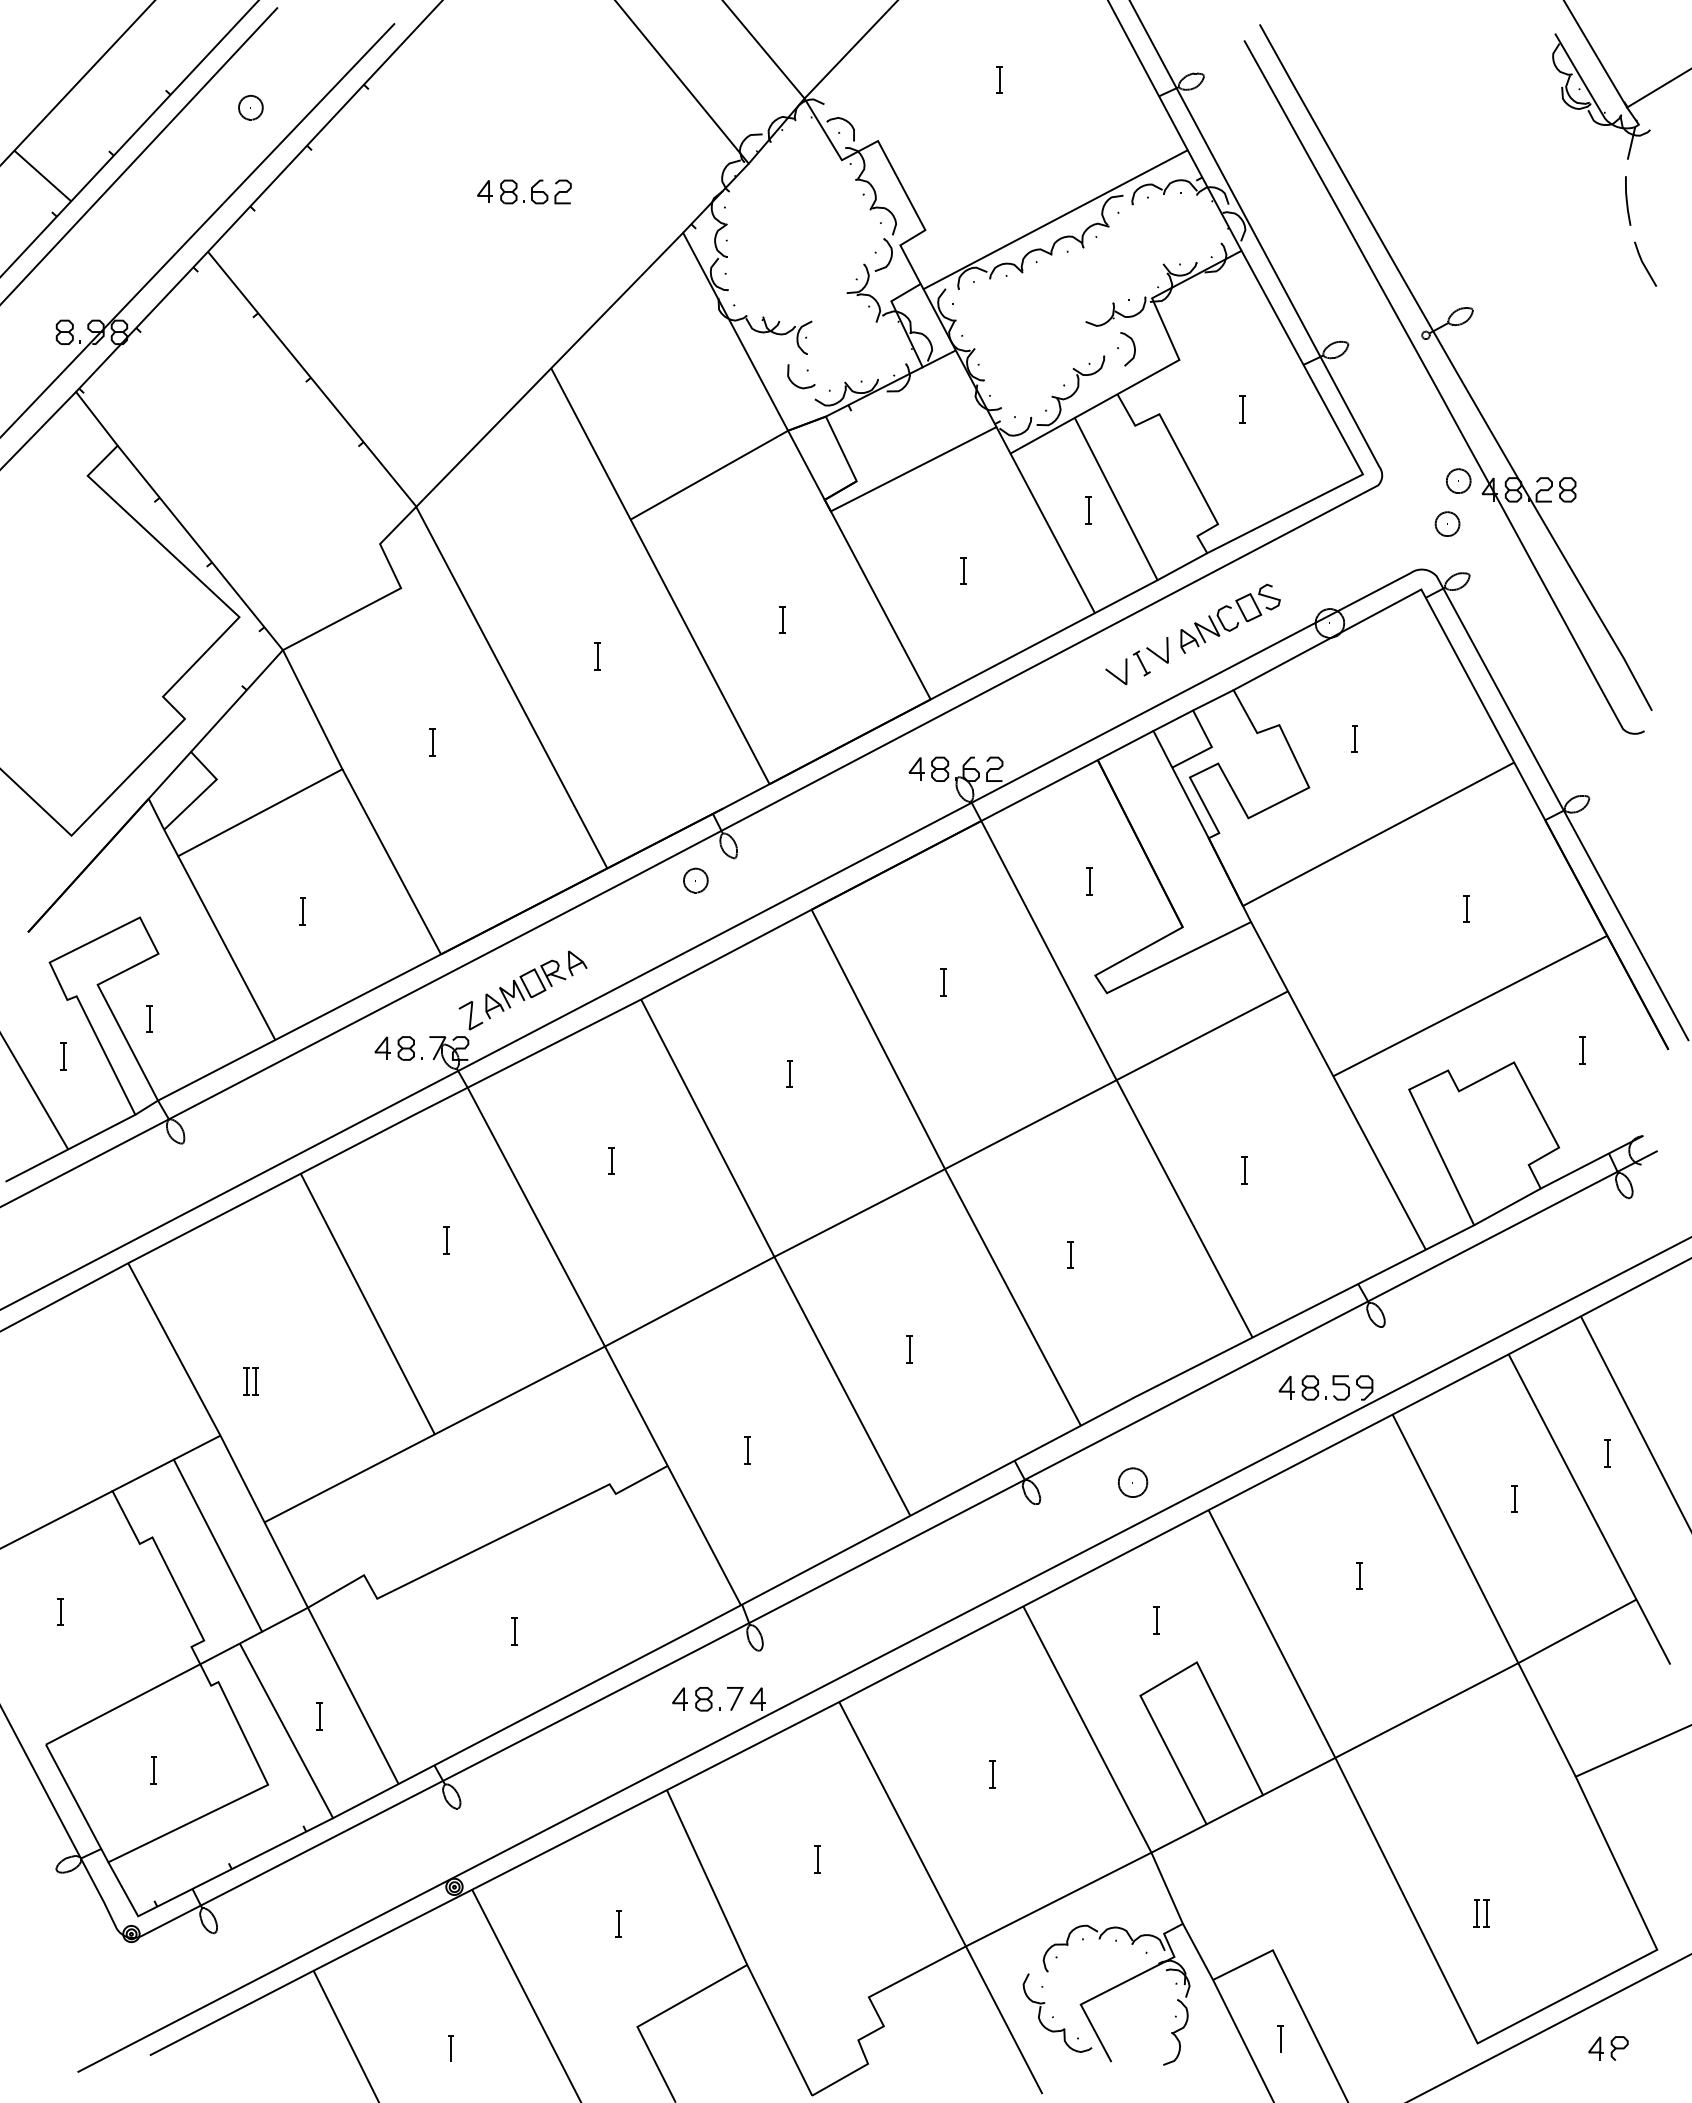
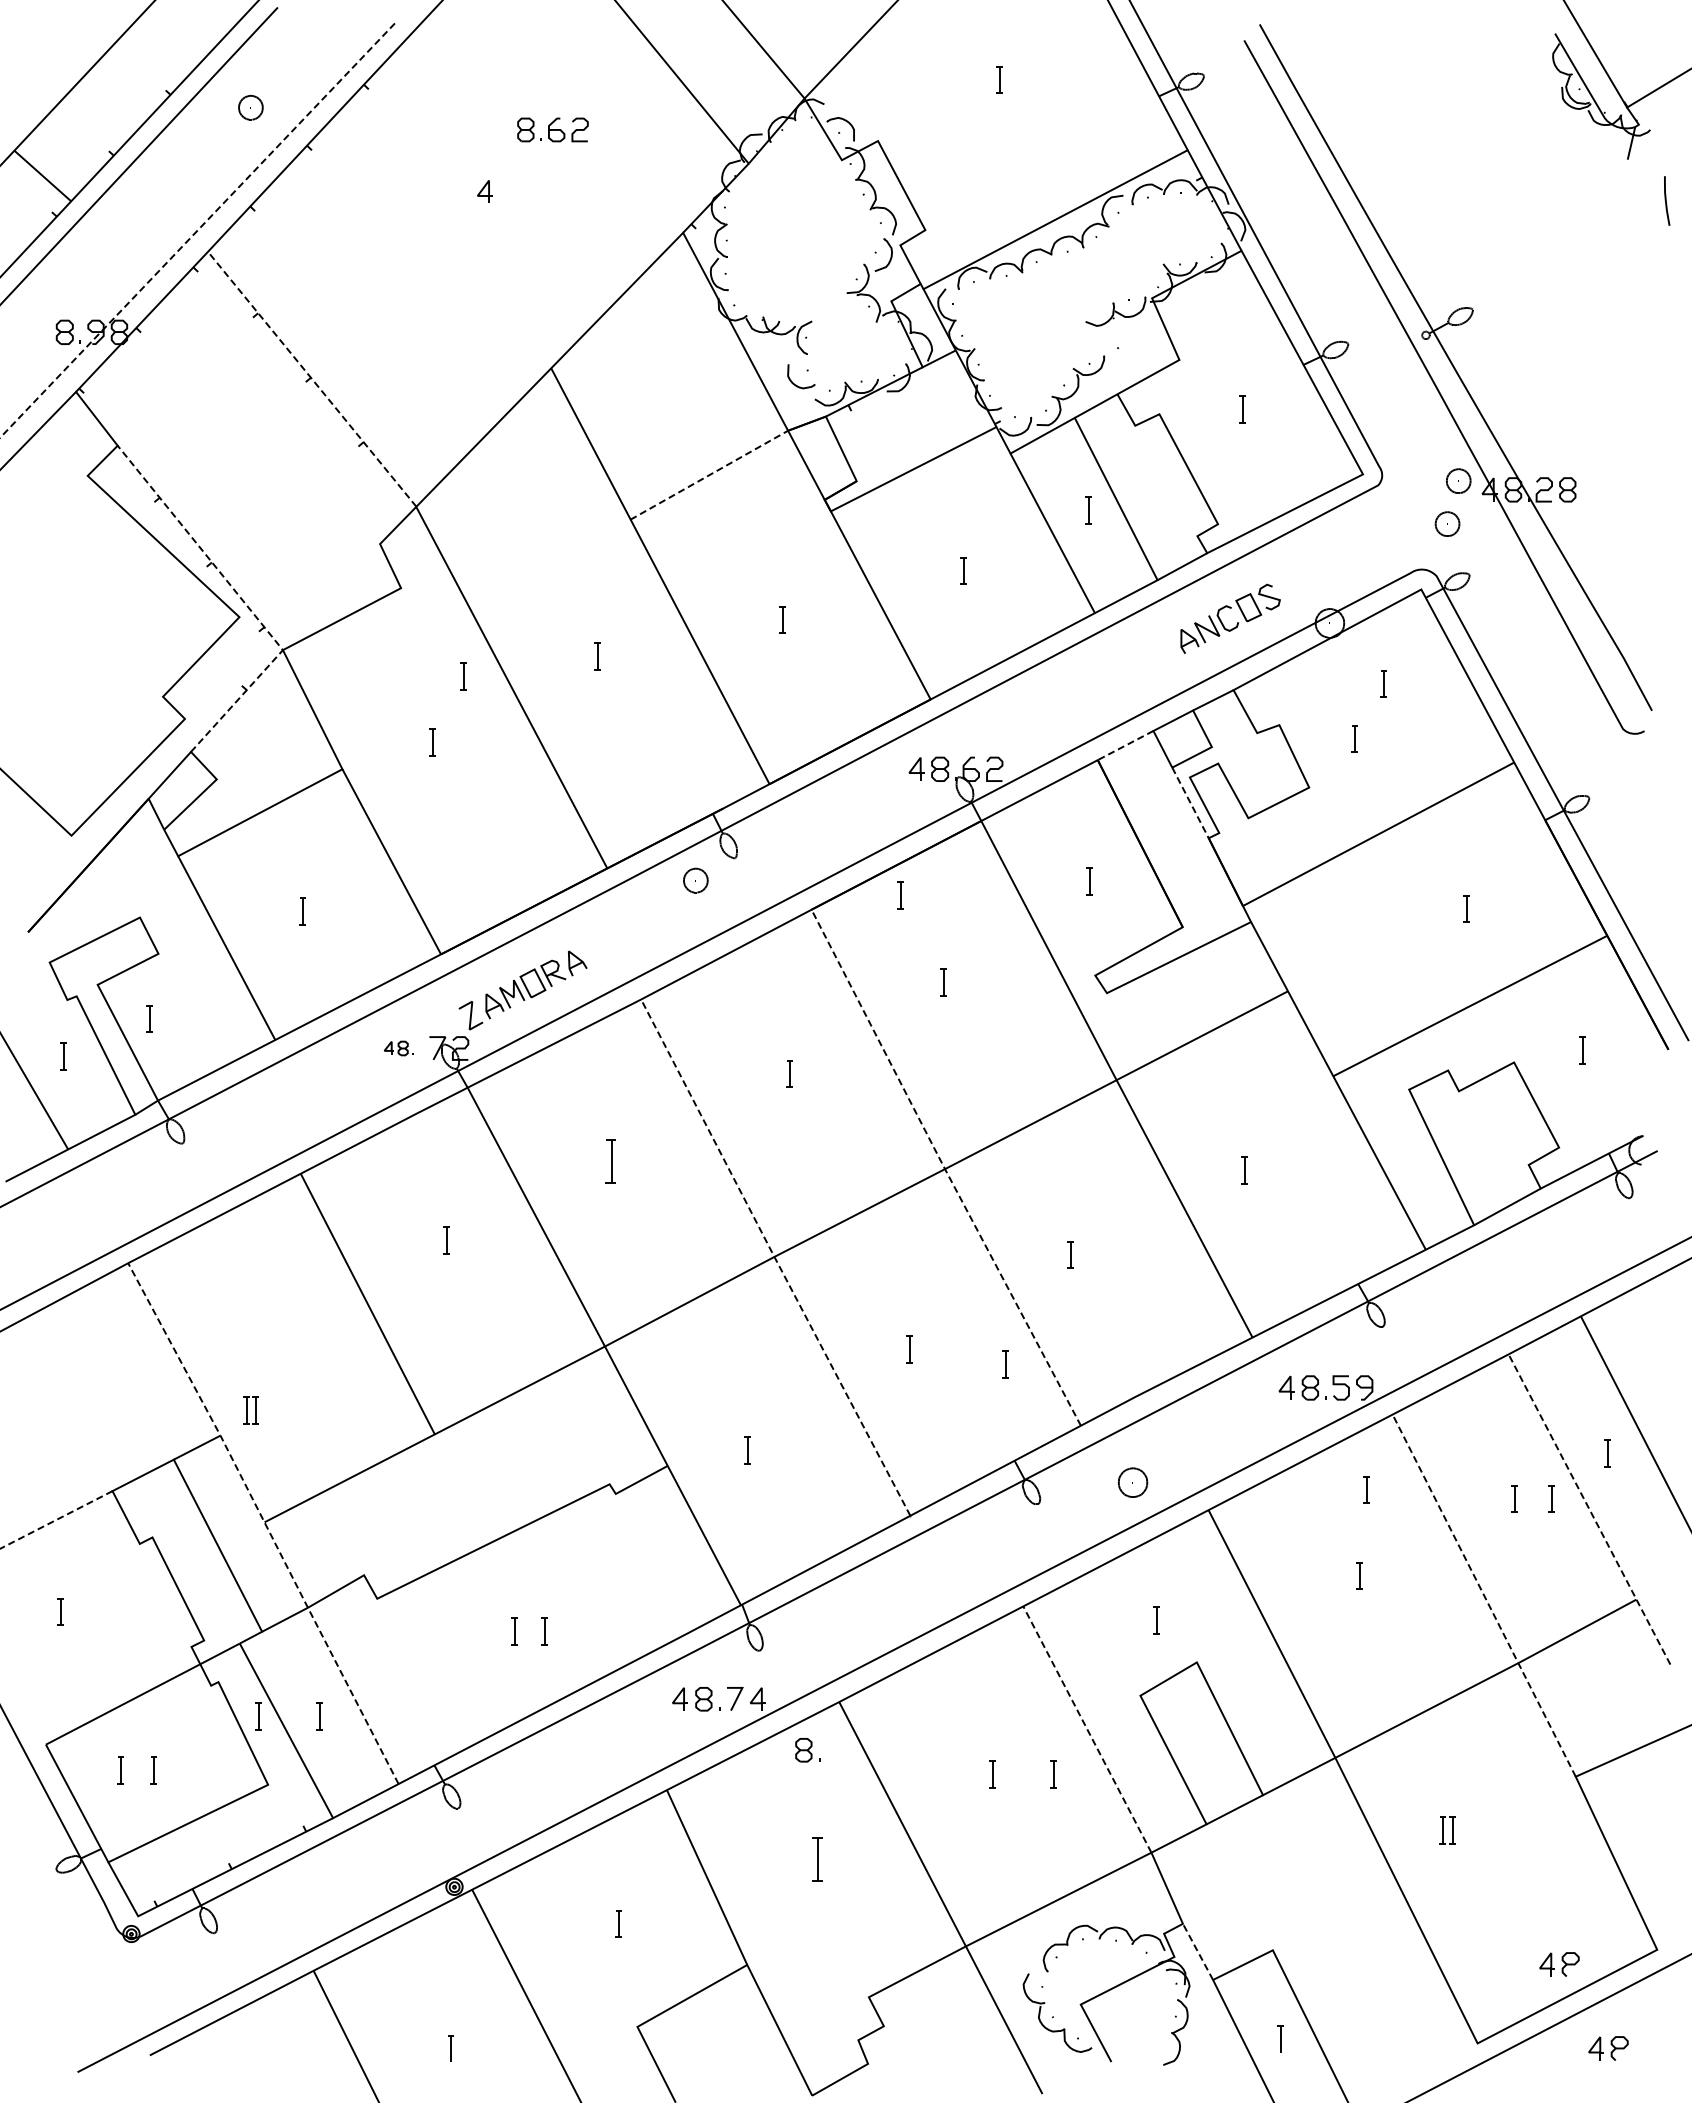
part at (535, 191) position: (535, 191) -> (552, 129)
curve at (1627, 200) position: (1627, 200) -> (1666, 200)
line at (196, 231): solid -> dashed
line at (1644, 263): present -> none
part at (1133, 347): present -> none
line at (312, 379): solid -> dashed
line at (708, 475): solid -> dashed
line at (244, 601): solid -> dashed
part at (1136, 661): present -> none
part at (463, 676): none -> present
part at (1383, 683): none -> present
line at (1125, 745): solid -> dashed
line at (1190, 802): solid -> dashed
part at (900, 895): none -> present
part at (398, 1048) size: 49x25 px -> 30x17 px
part at (611, 1160) size: 7x28 px -> 11x45 px
line at (945, 1169): solid -> dashed
line at (775, 1258): solid -> dashed
part at (1005, 1364): none -> present
part at (250, 1381) position: (250, 1381) -> (250, 1410)
part at (1366, 1489): none -> present
part at (1551, 1498): none -> present
line at (1589, 1509): solid -> dashed
line at (56, 1519): solid -> dashed
line at (264, 1522): solid -> dashed
line at (1484, 1596): solid -> dashed
part at (544, 1631): none -> present
part at (258, 1716): none -> present
line at (1087, 1729): solid -> dashed
part at (807, 1750): none -> present
part at (120, 1770): none -> present
part at (1053, 1774): none -> present
part at (817, 1859) size: 7x29 px -> 11x45 px
part at (1481, 1913) position: (1481, 1913) -> (1447, 1830)
line at (1198, 1951): solid -> dashed
part at (1559, 1964): none -> present
